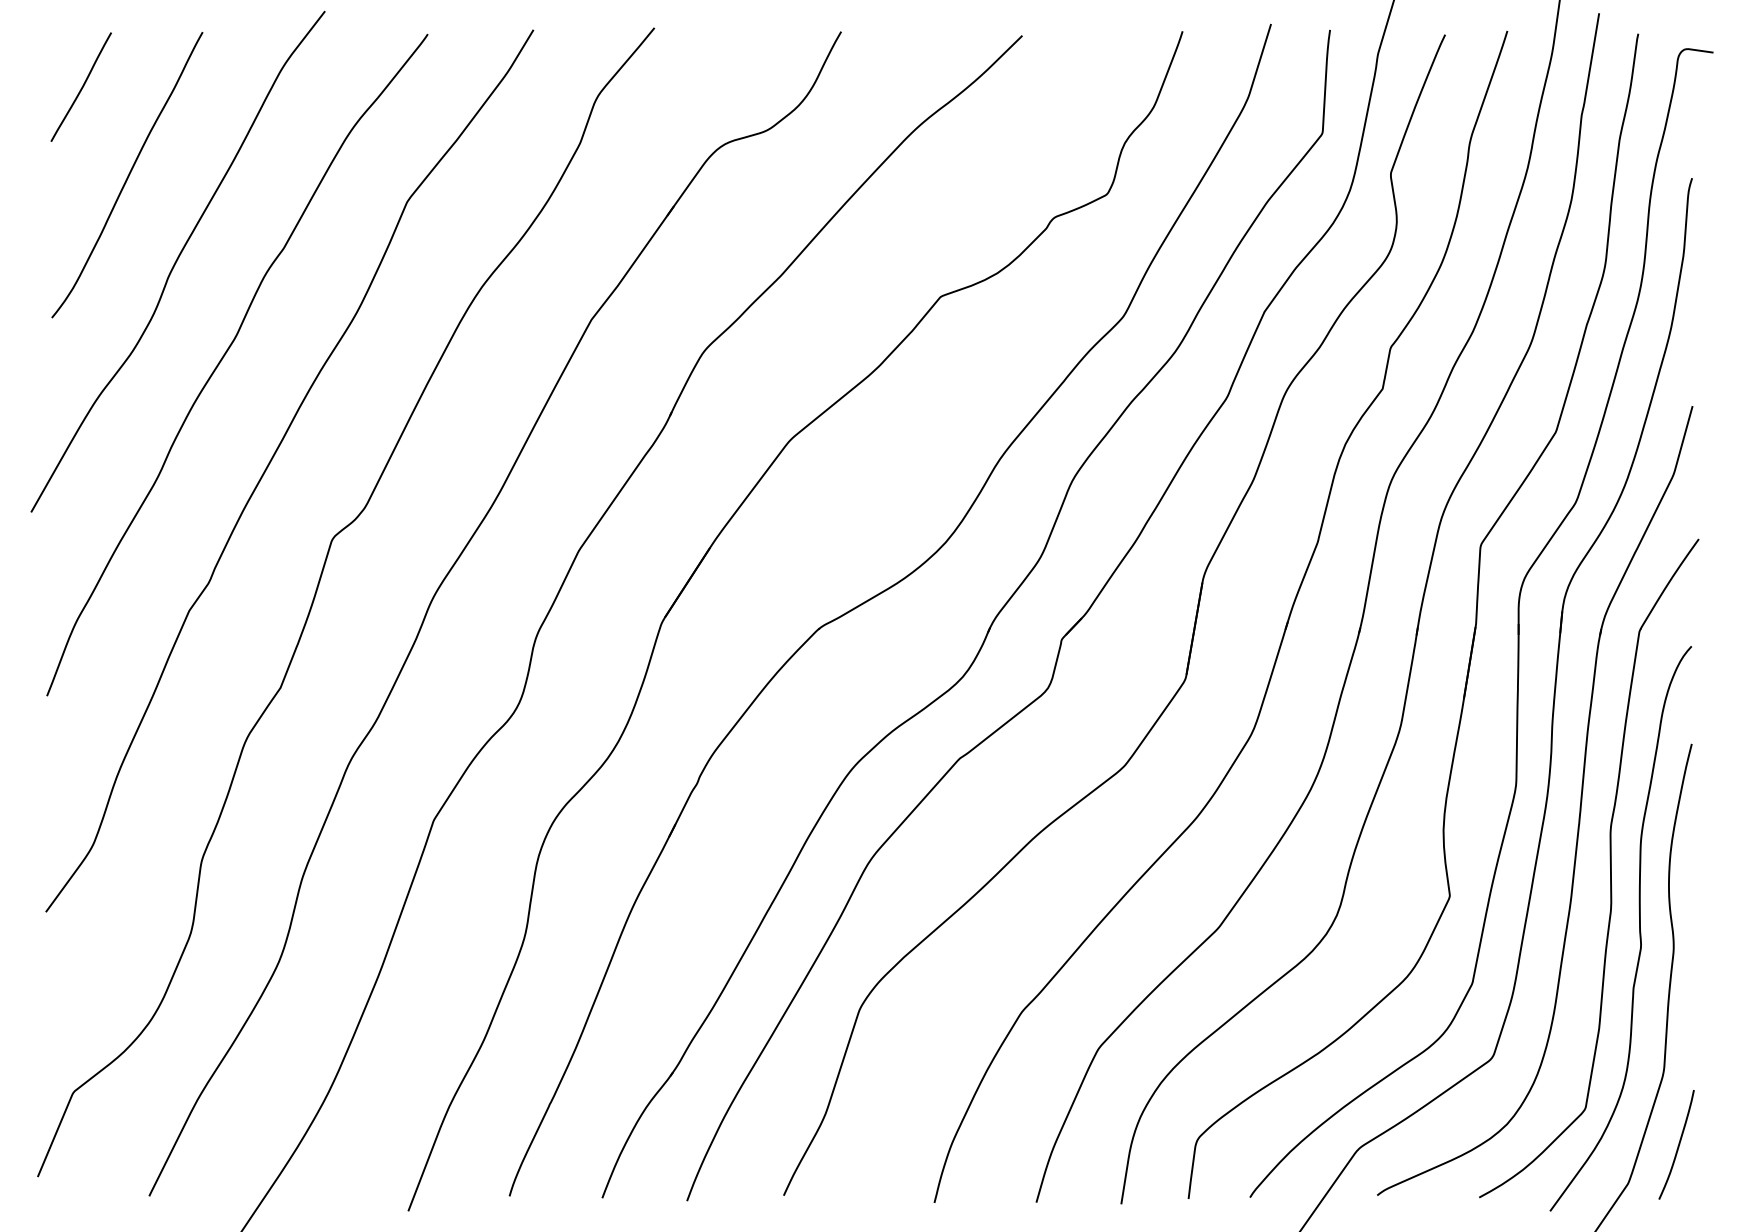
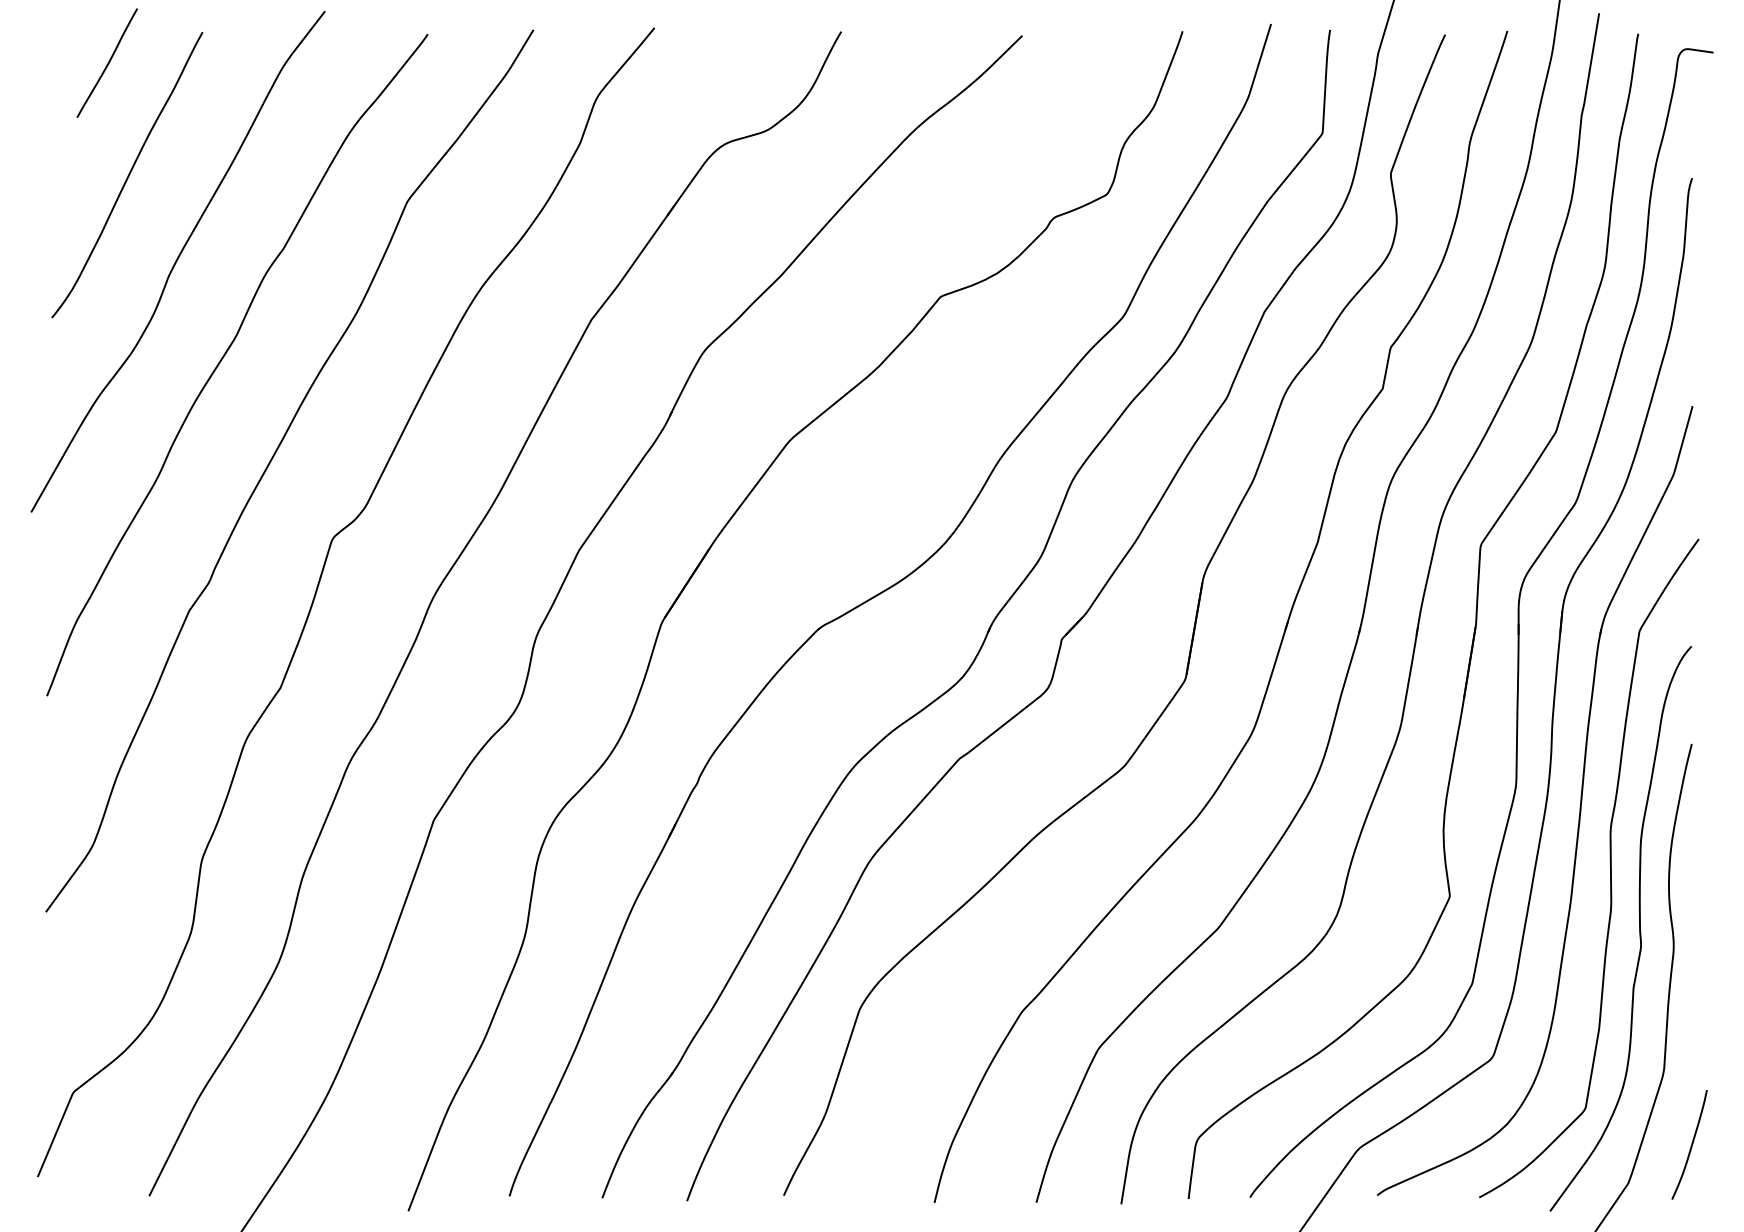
curve at (81, 87) position: (81, 87) -> (107, 63)
curve at (1678, 1144) position: (1678, 1144) -> (1691, 1144)
